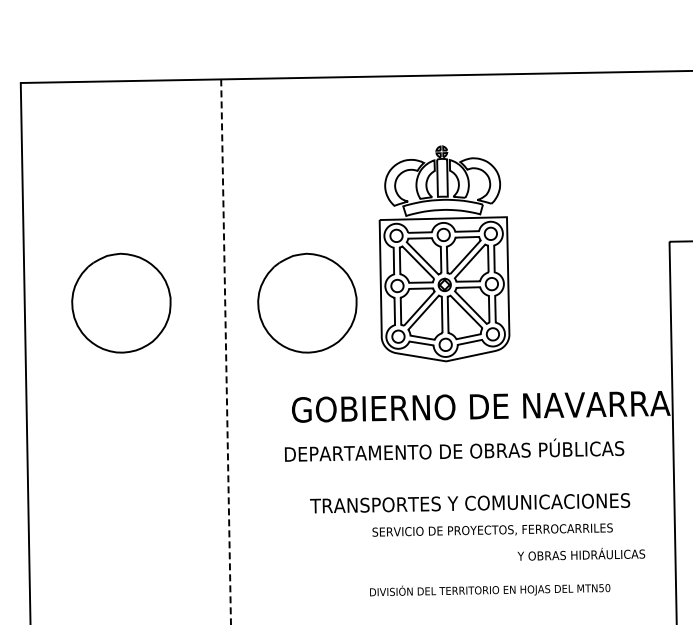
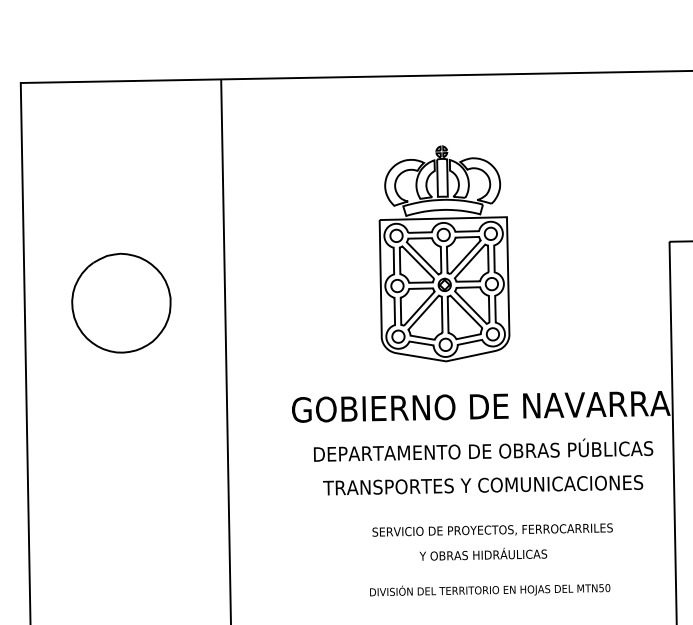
part at (307, 302): present -> none
line at (226, 352): dashed -> solid
text at (454, 449) position: (454, 449) -> (483, 449)
text at (470, 503) position: (470, 503) -> (483, 485)
text at (581, 553) position: (581, 553) -> (483, 553)
